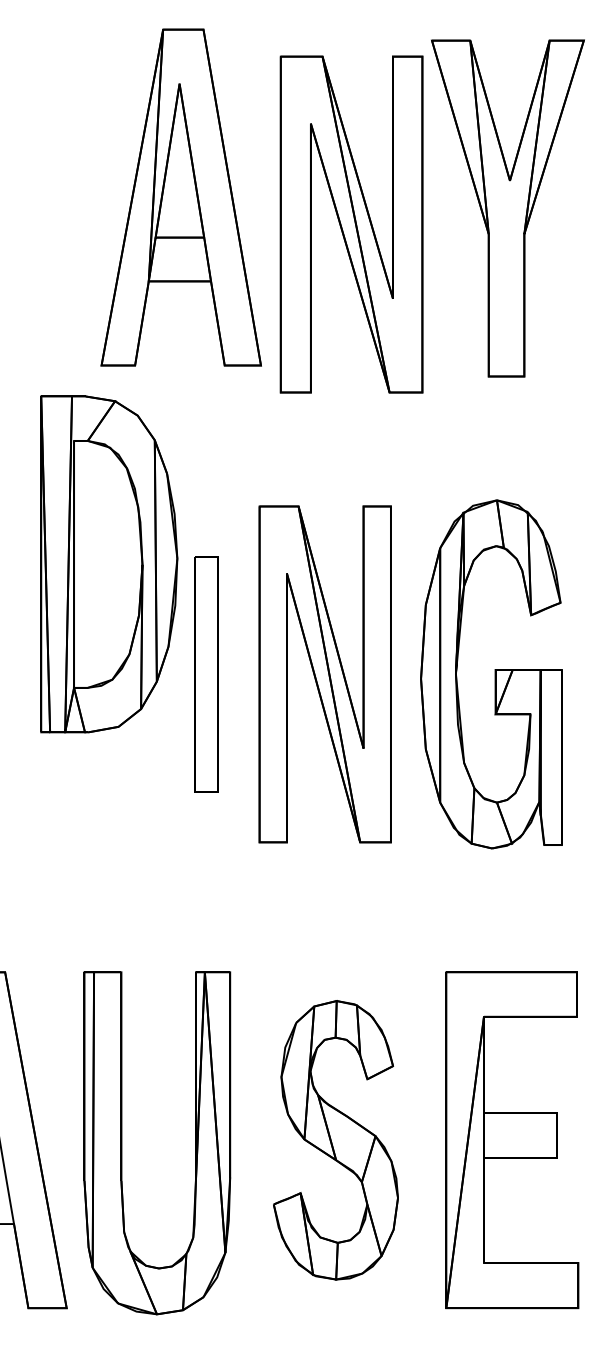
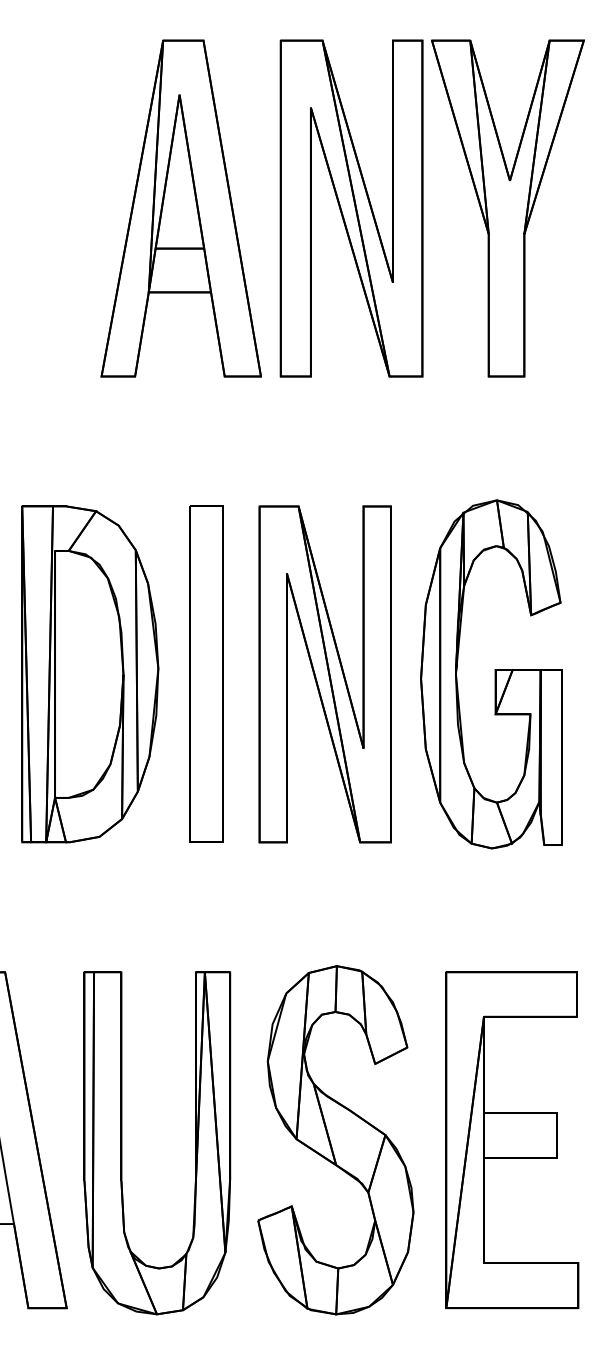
part at (180, 197) position: (180, 197) -> (180, 208)
part at (351, 224) position: (351, 224) -> (351, 208)
part at (109, 564) position: (109, 564) -> (90, 674)
part at (206, 674) size: 25x237 px -> 35x338 px
part at (335, 1140) size: 126x281 px -> 158x351 px
